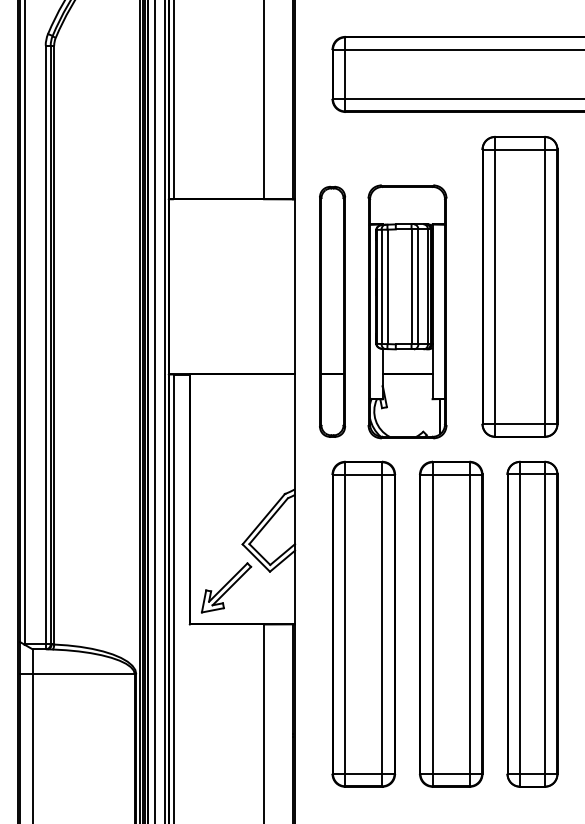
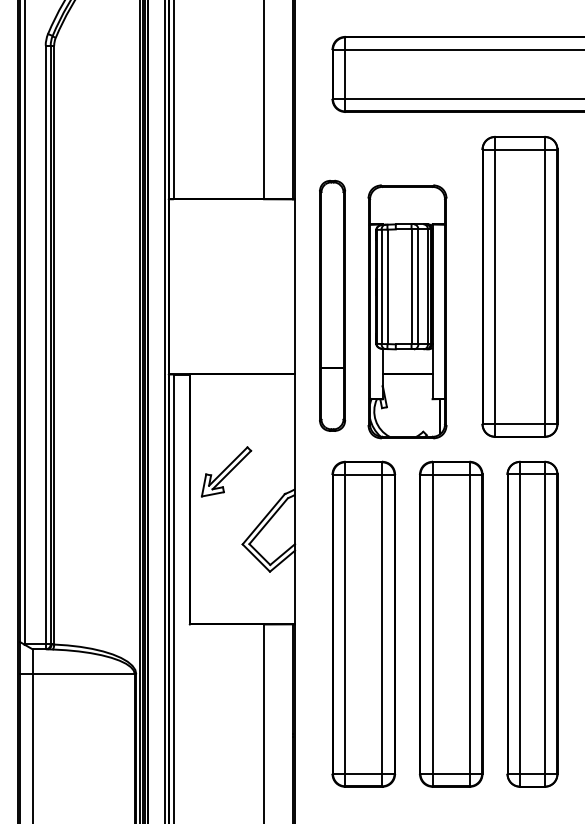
part at (332, 311) position: (332, 311) -> (332, 305)
line at (154, 411): present -> none
part at (226, 587) position: (226, 587) -> (226, 471)
